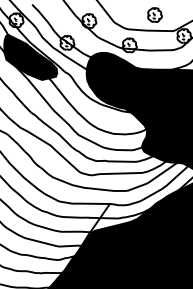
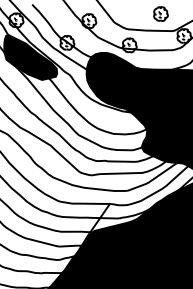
part at (154, 14) position: (154, 14) -> (160, 13)
